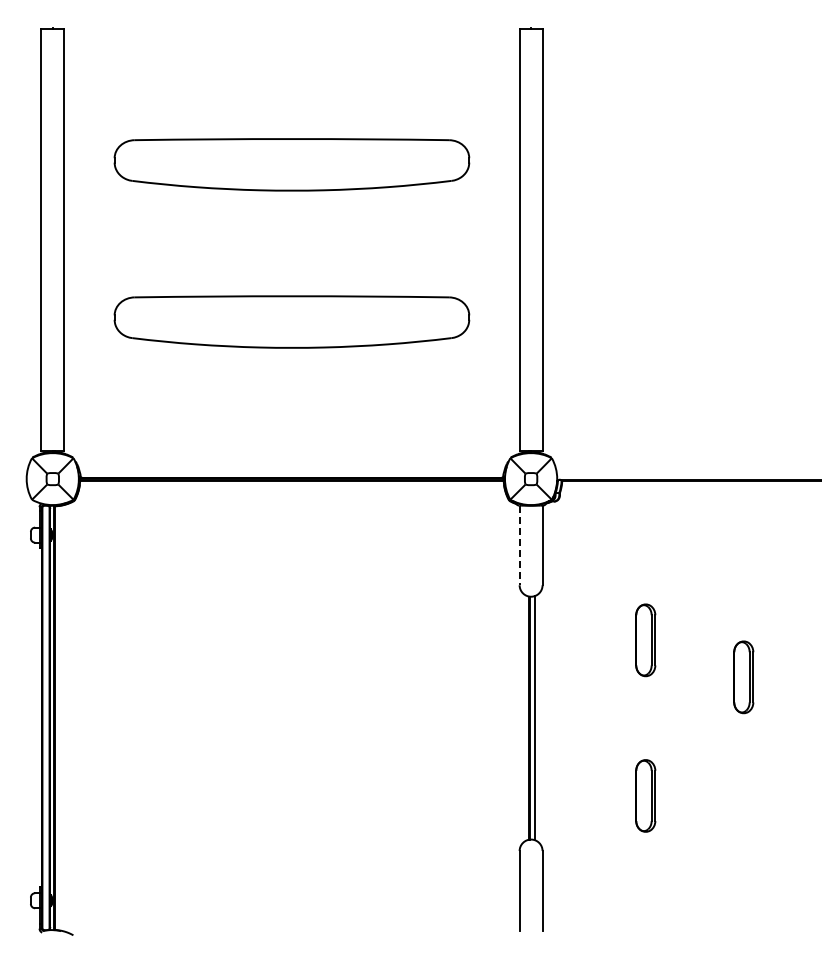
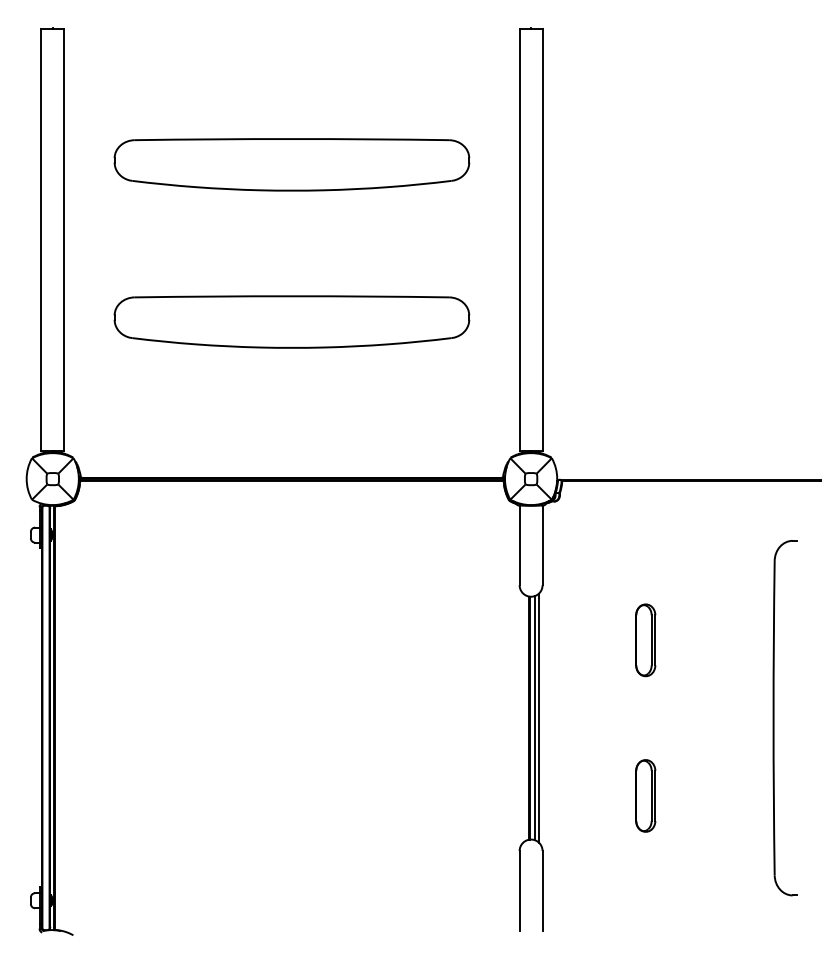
line at (519, 545): dashed -> solid
part at (743, 677): present -> none
line at (538, 717): none -> present
part at (774, 718): none -> present
